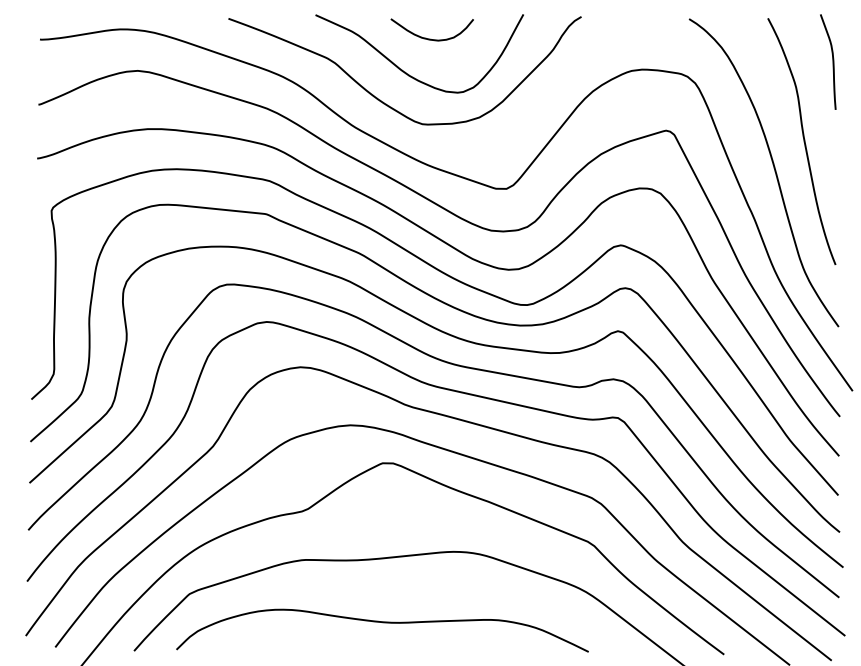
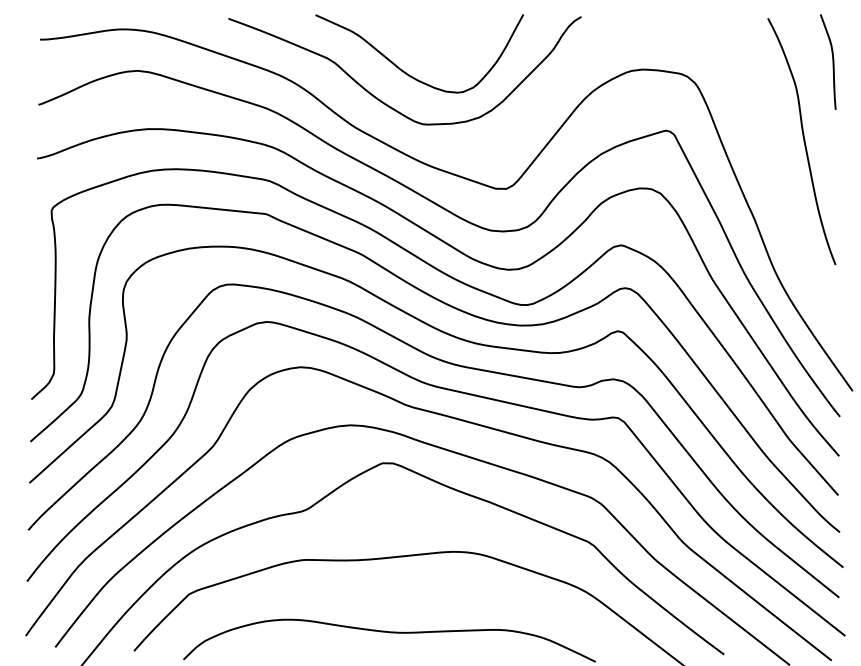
curve at (430, 38): present -> none
curve at (773, 168): present -> none
curve at (382, 623) position: (382, 623) -> (389, 633)
